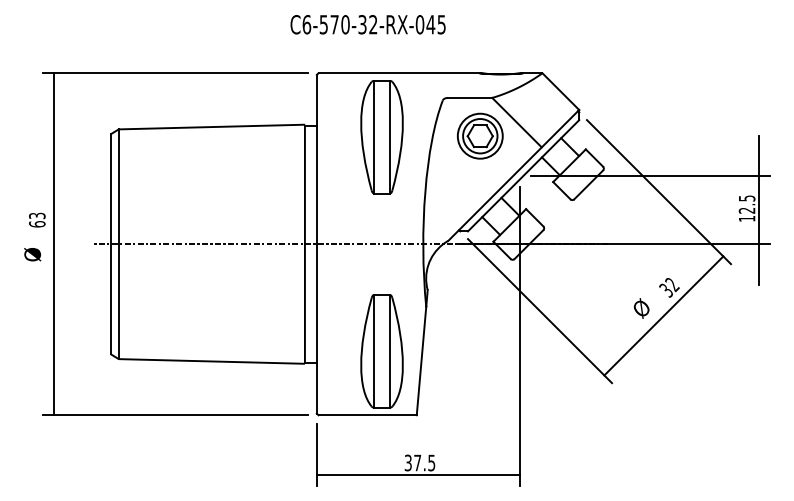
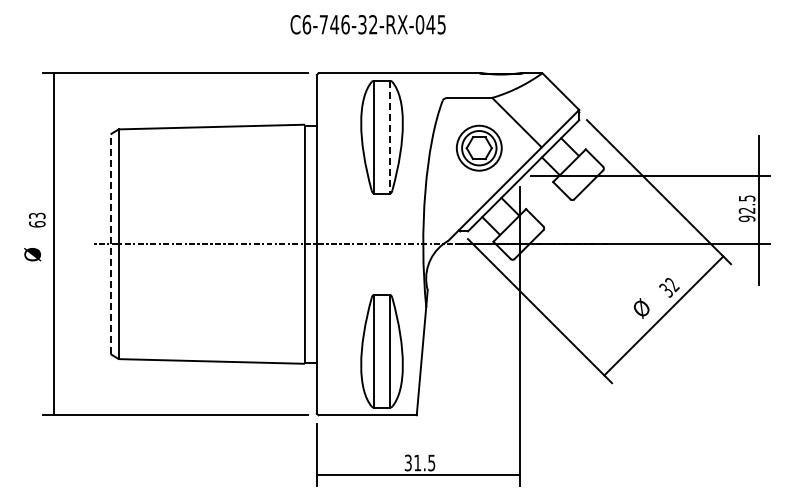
text at (334, 24): C6-570-32-RX-045 -> C6-746-32-RX-045
part at (479, 135) position: (479, 135) -> (478, 147)
line at (389, 137): solid -> dashed
text at (746, 218): 12.5 -> 92.5
line at (110, 244): solid -> dashed
text at (417, 462): 37.5 -> 31.5
